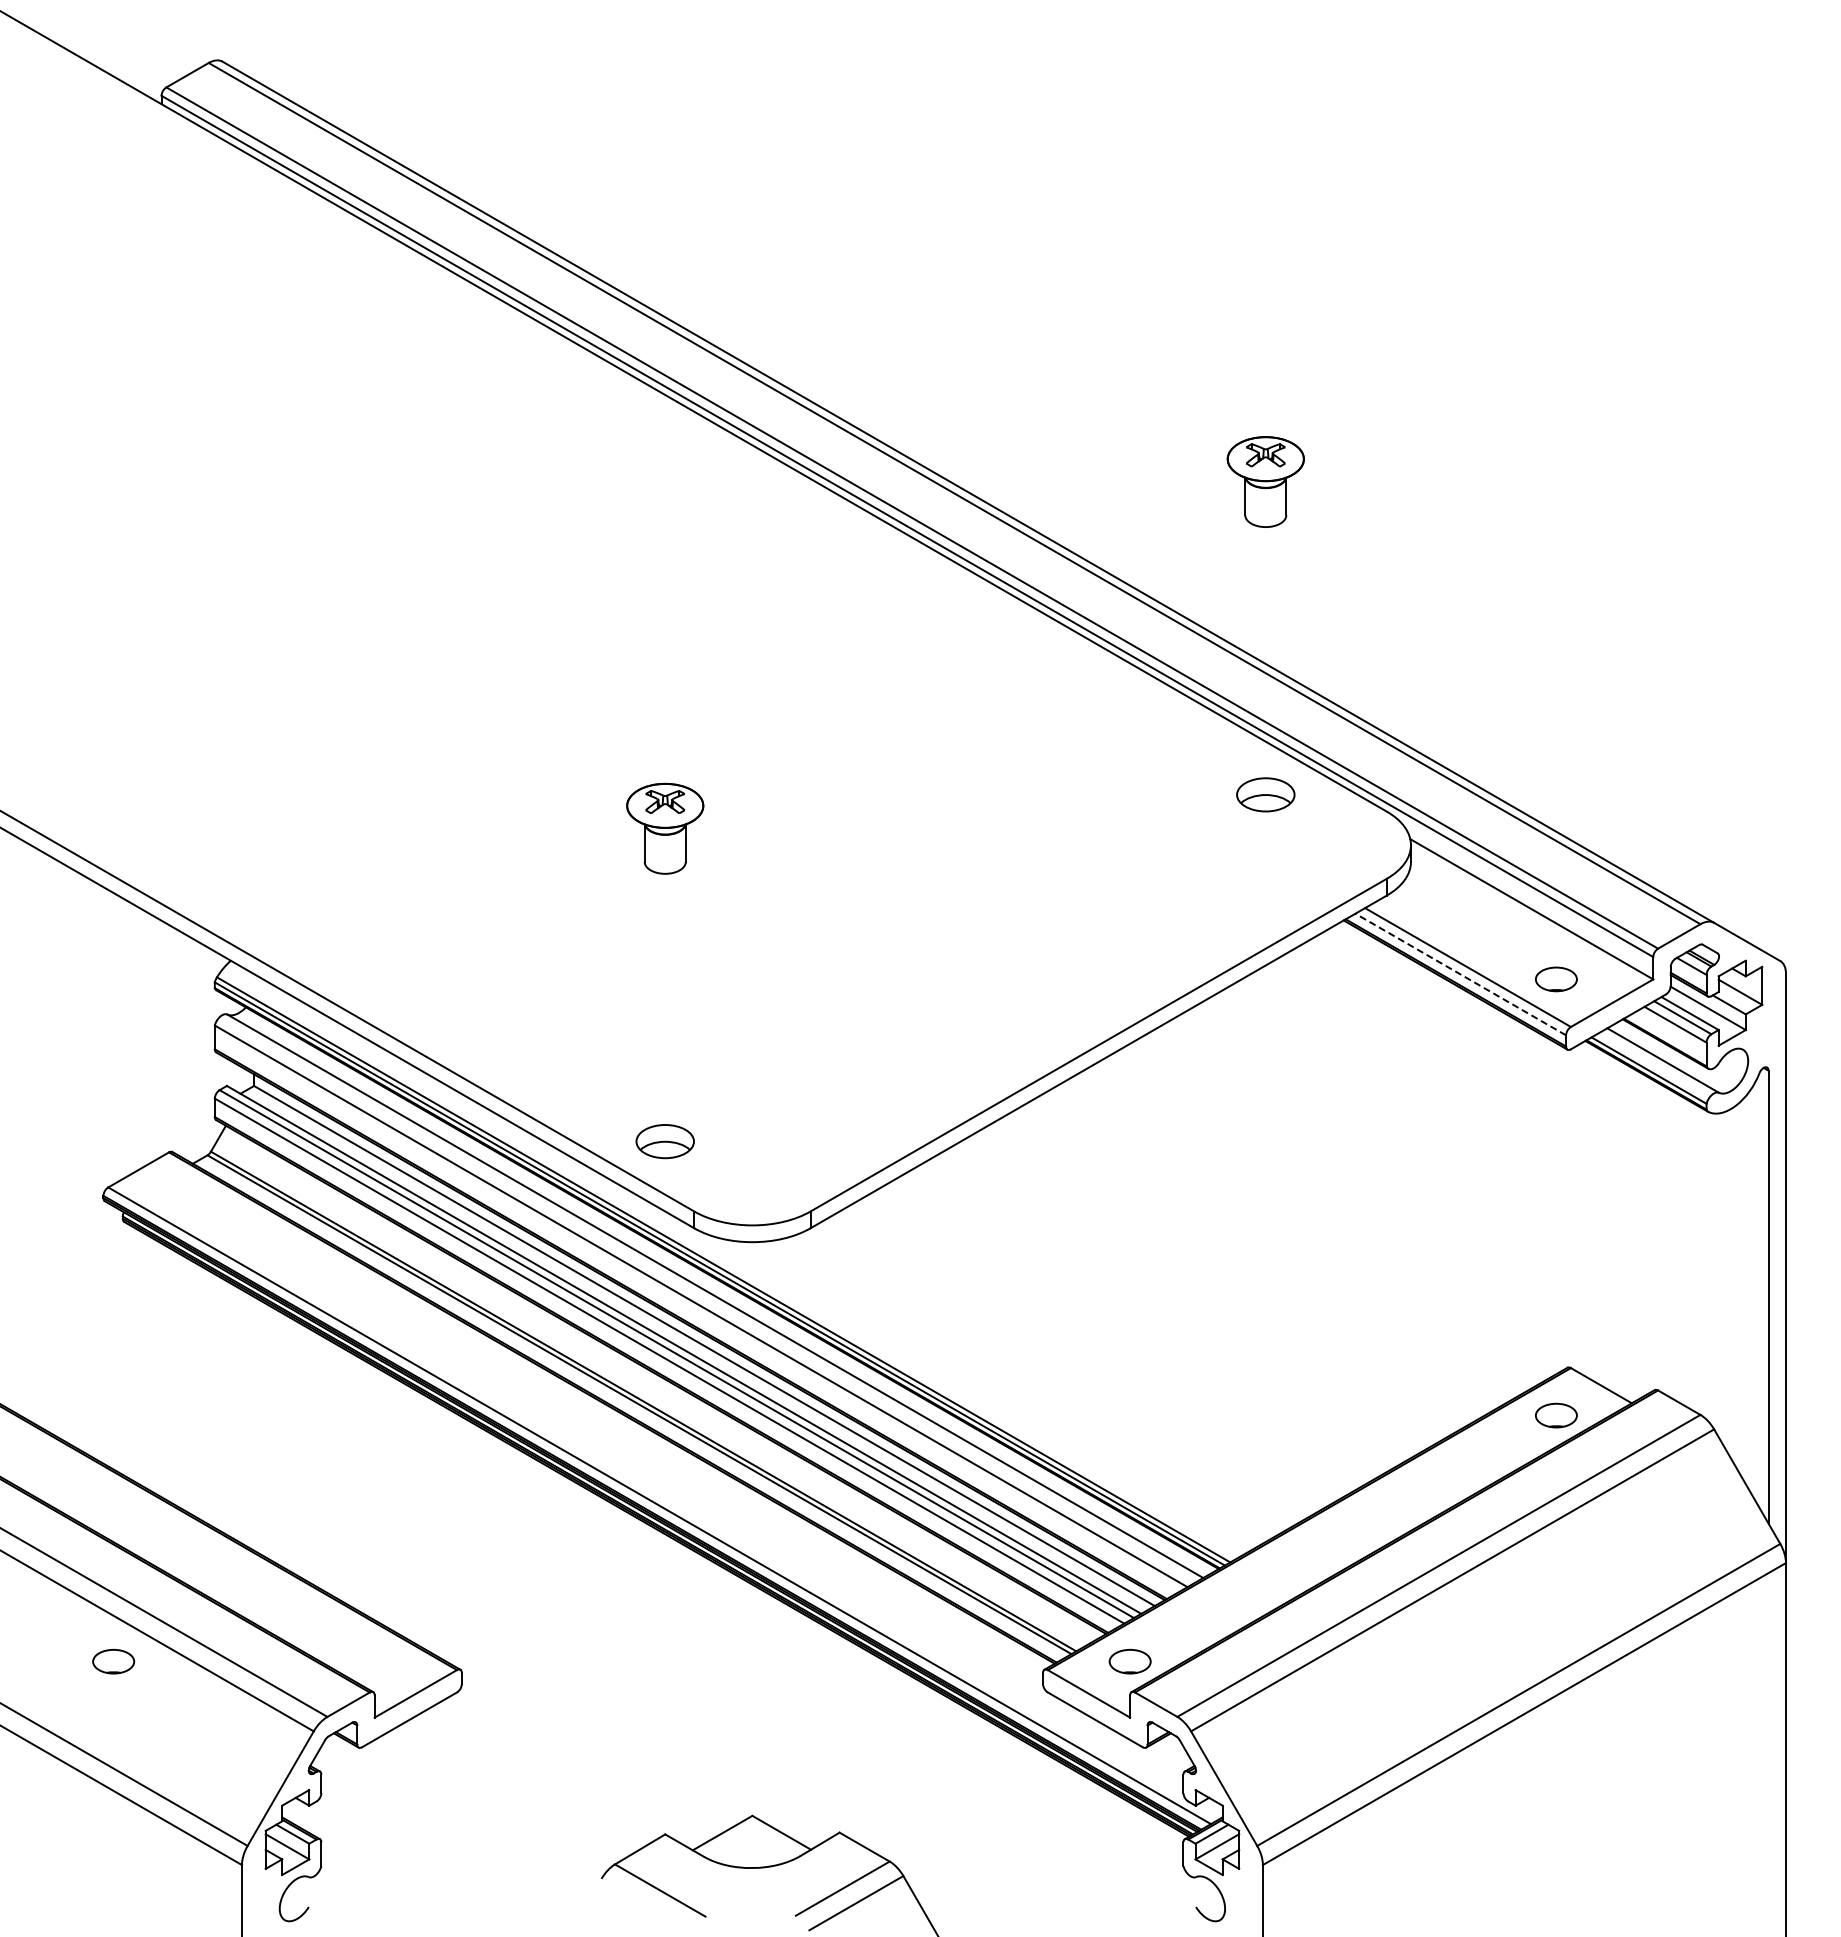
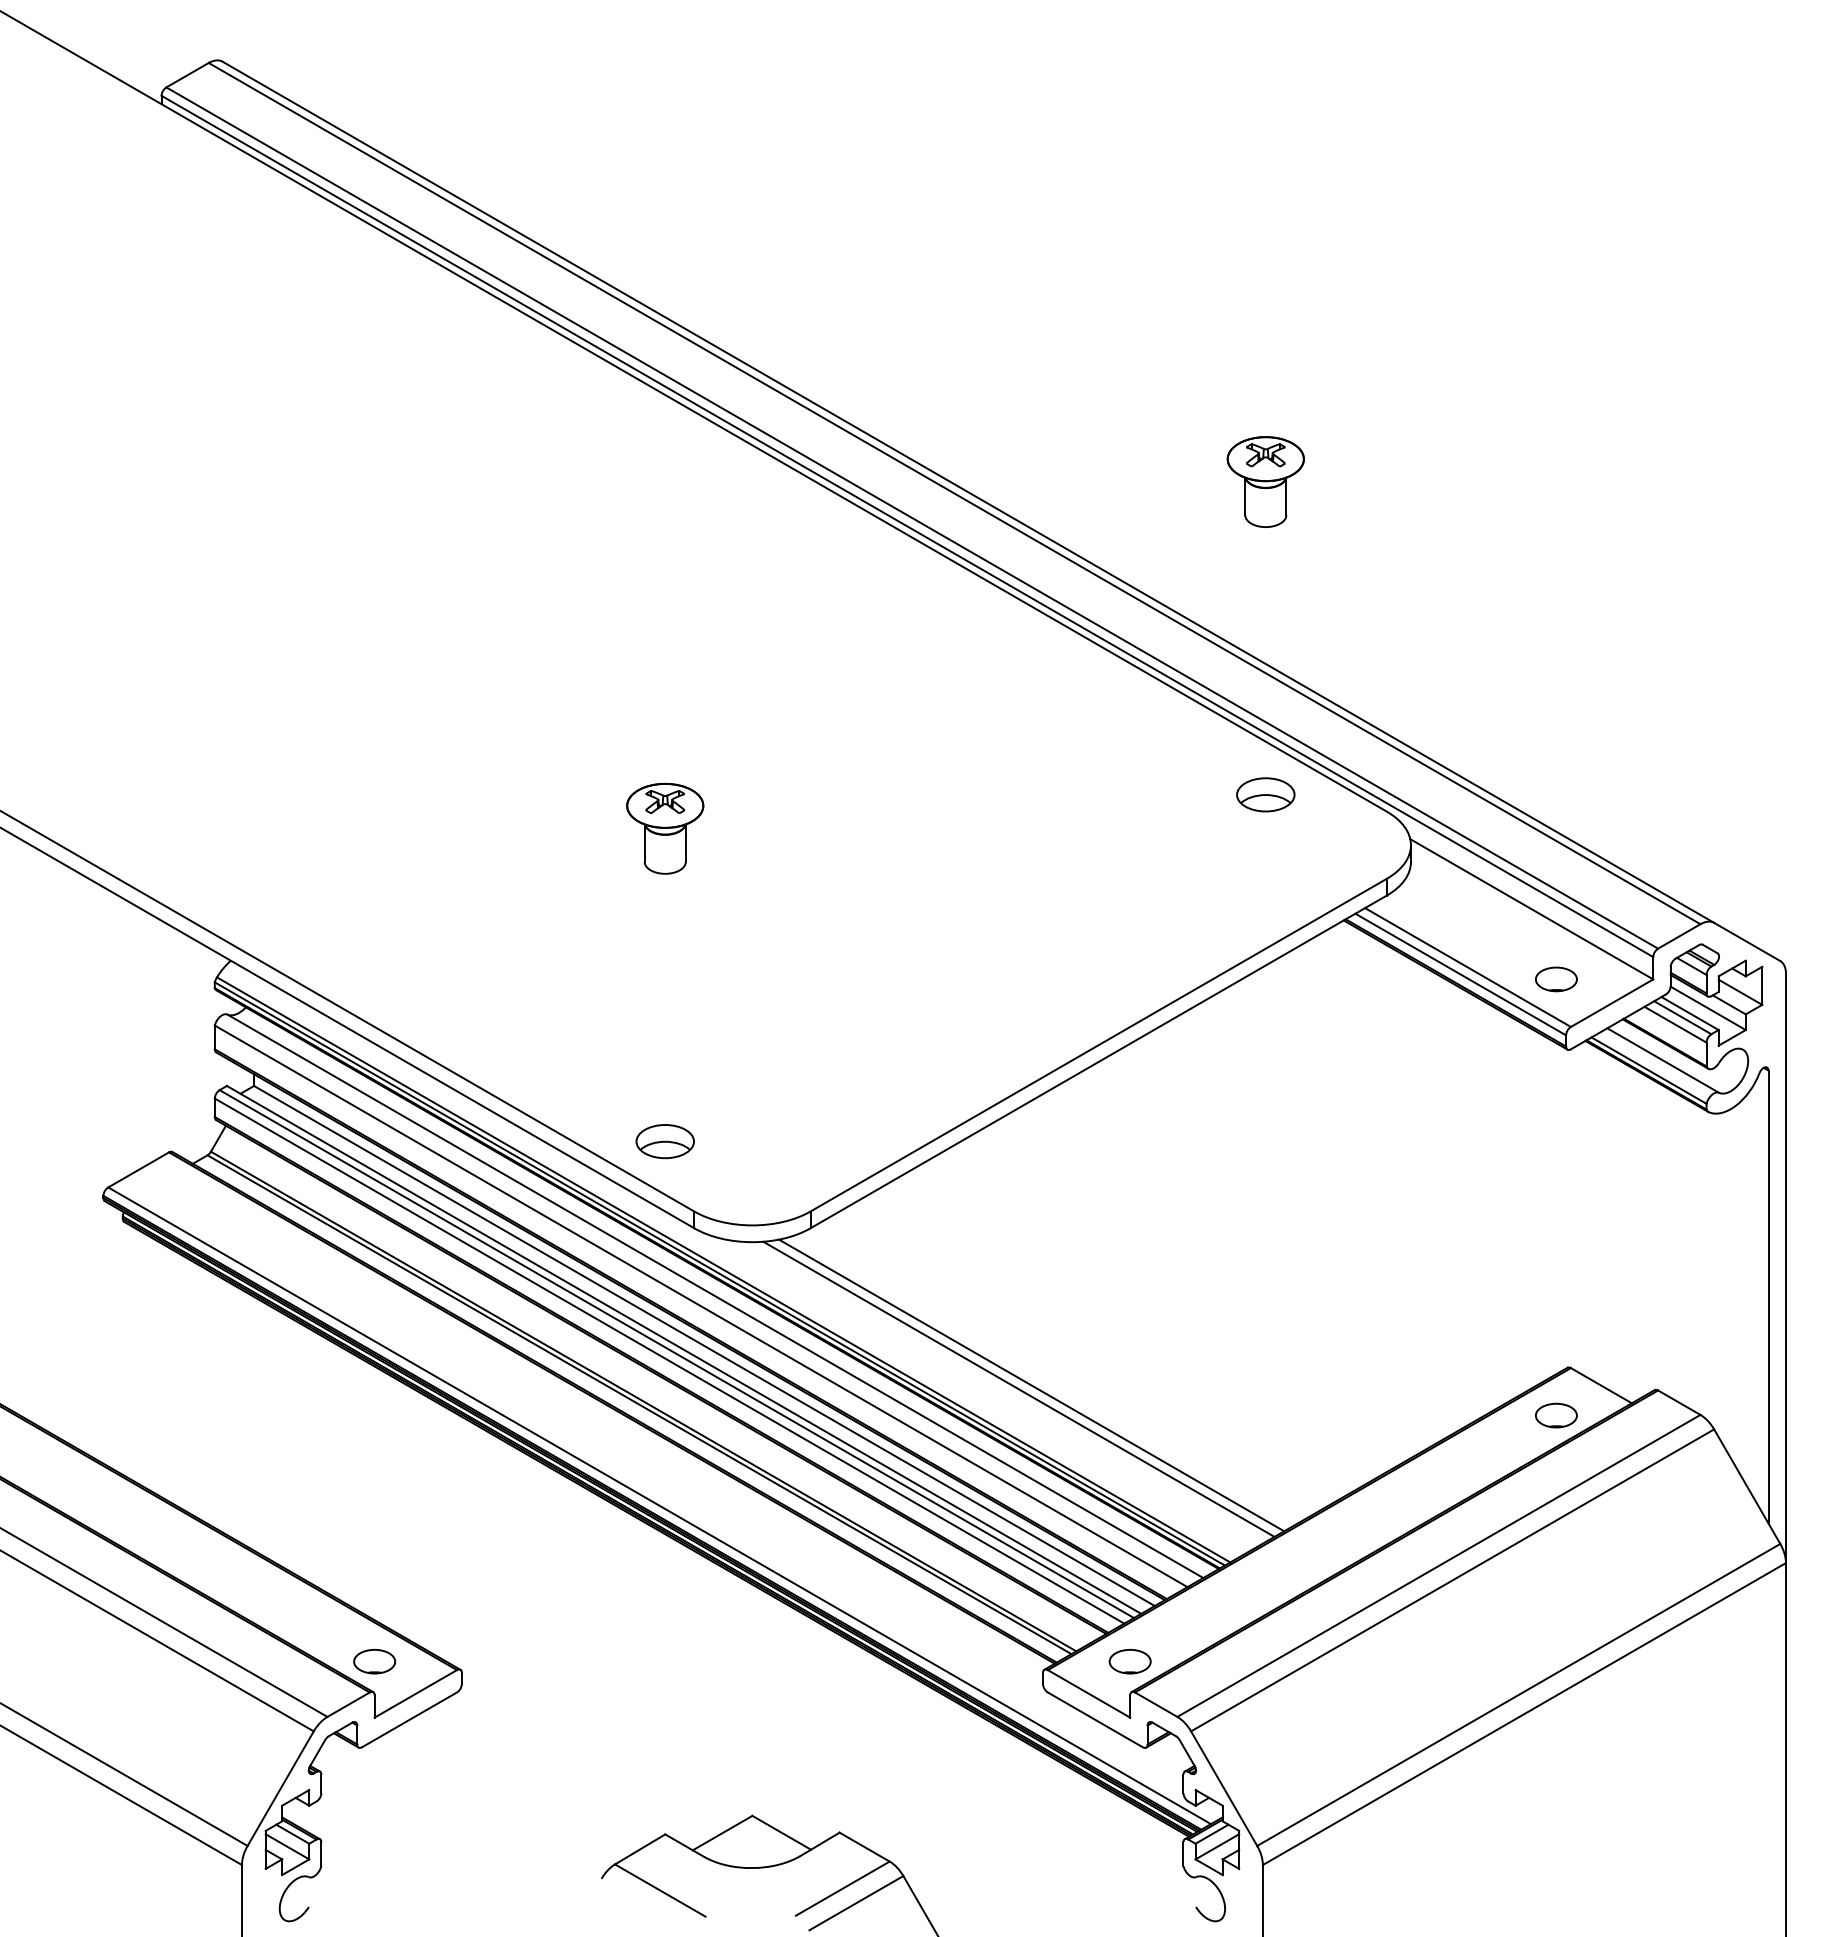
line at (1460, 974): dashed -> solid
line at (1031, 1385): none -> present
line at (1018, 1388): none -> present
part at (113, 1661) position: (113, 1661) -> (374, 1661)
